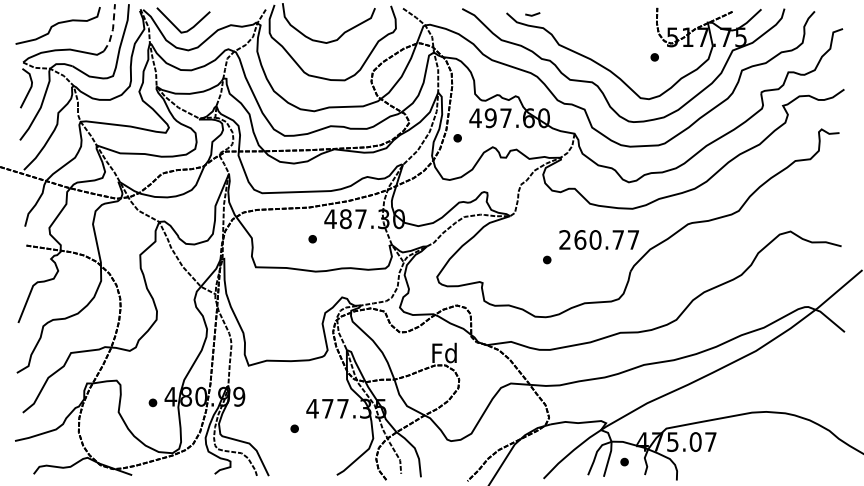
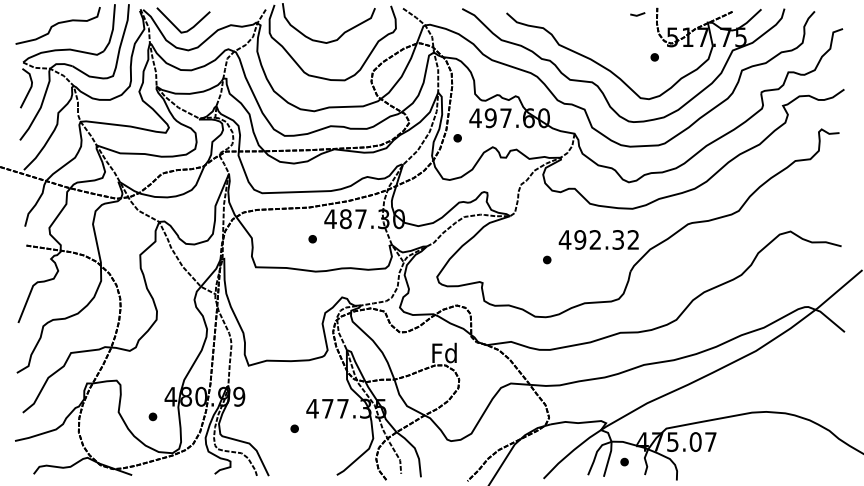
line at (532, 14) position: (532, 14) -> (637, 14)
line at (113, 29): dashed -> solid
text at (598, 239): 260.77 -> 492.32
part at (152, 402) position: (152, 402) -> (152, 416)
